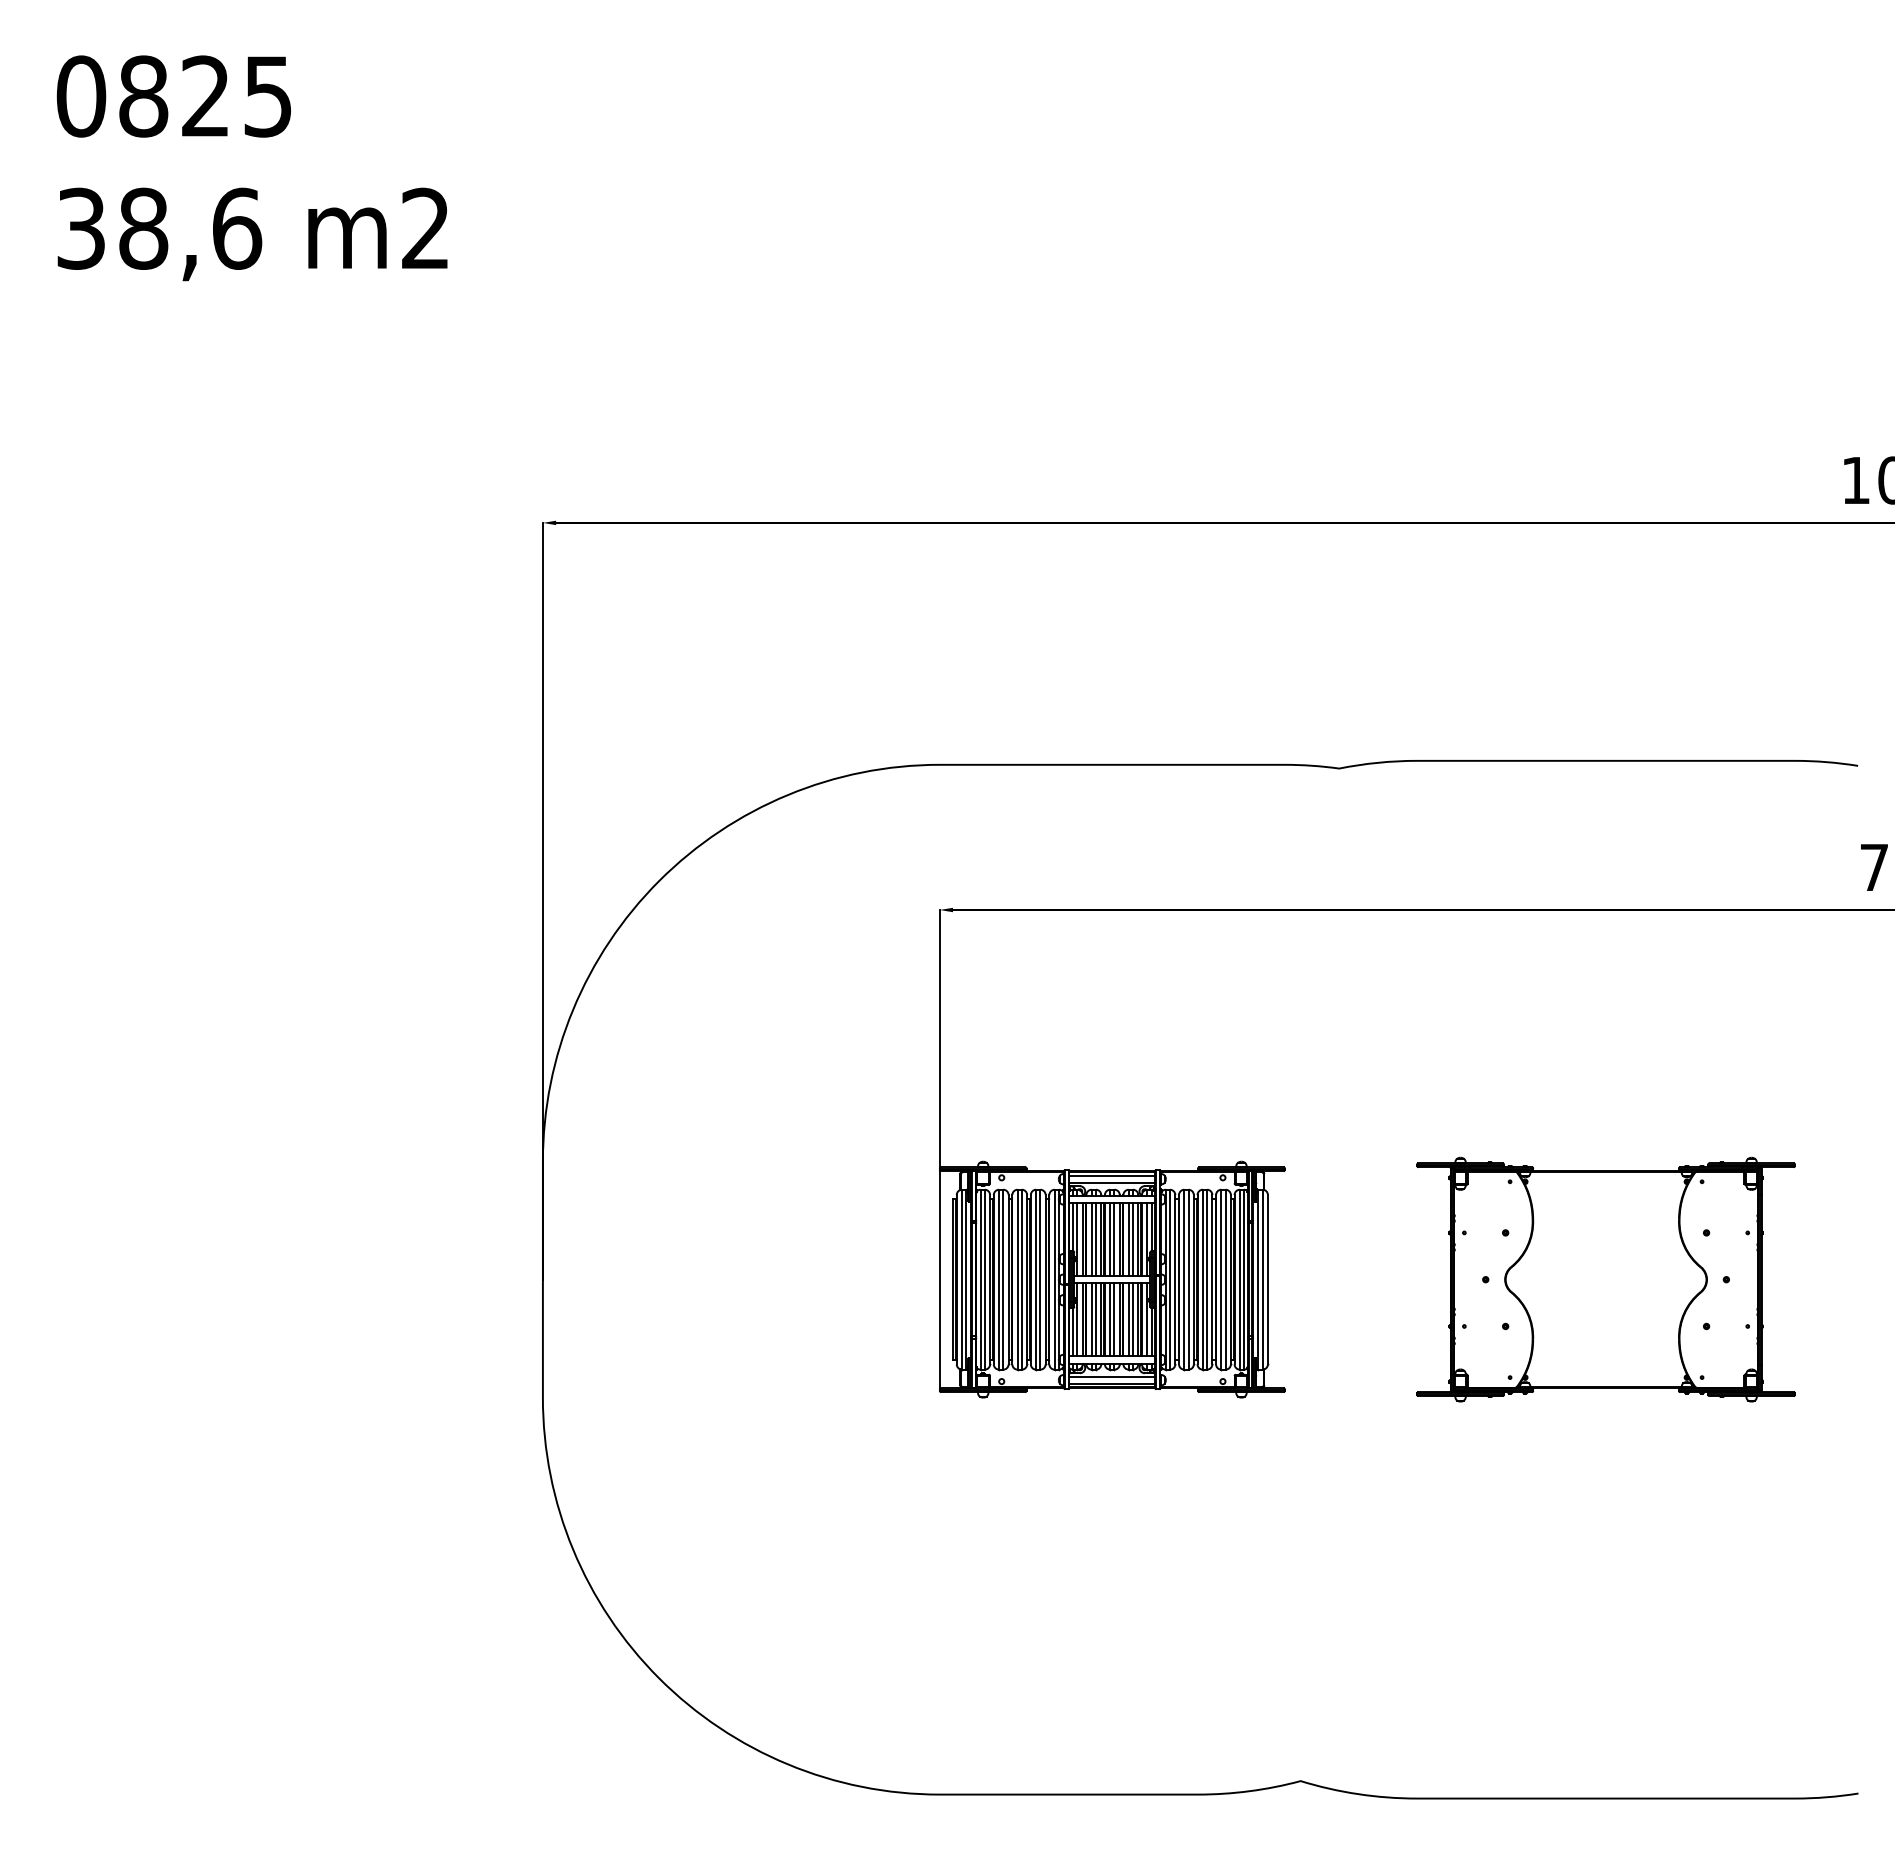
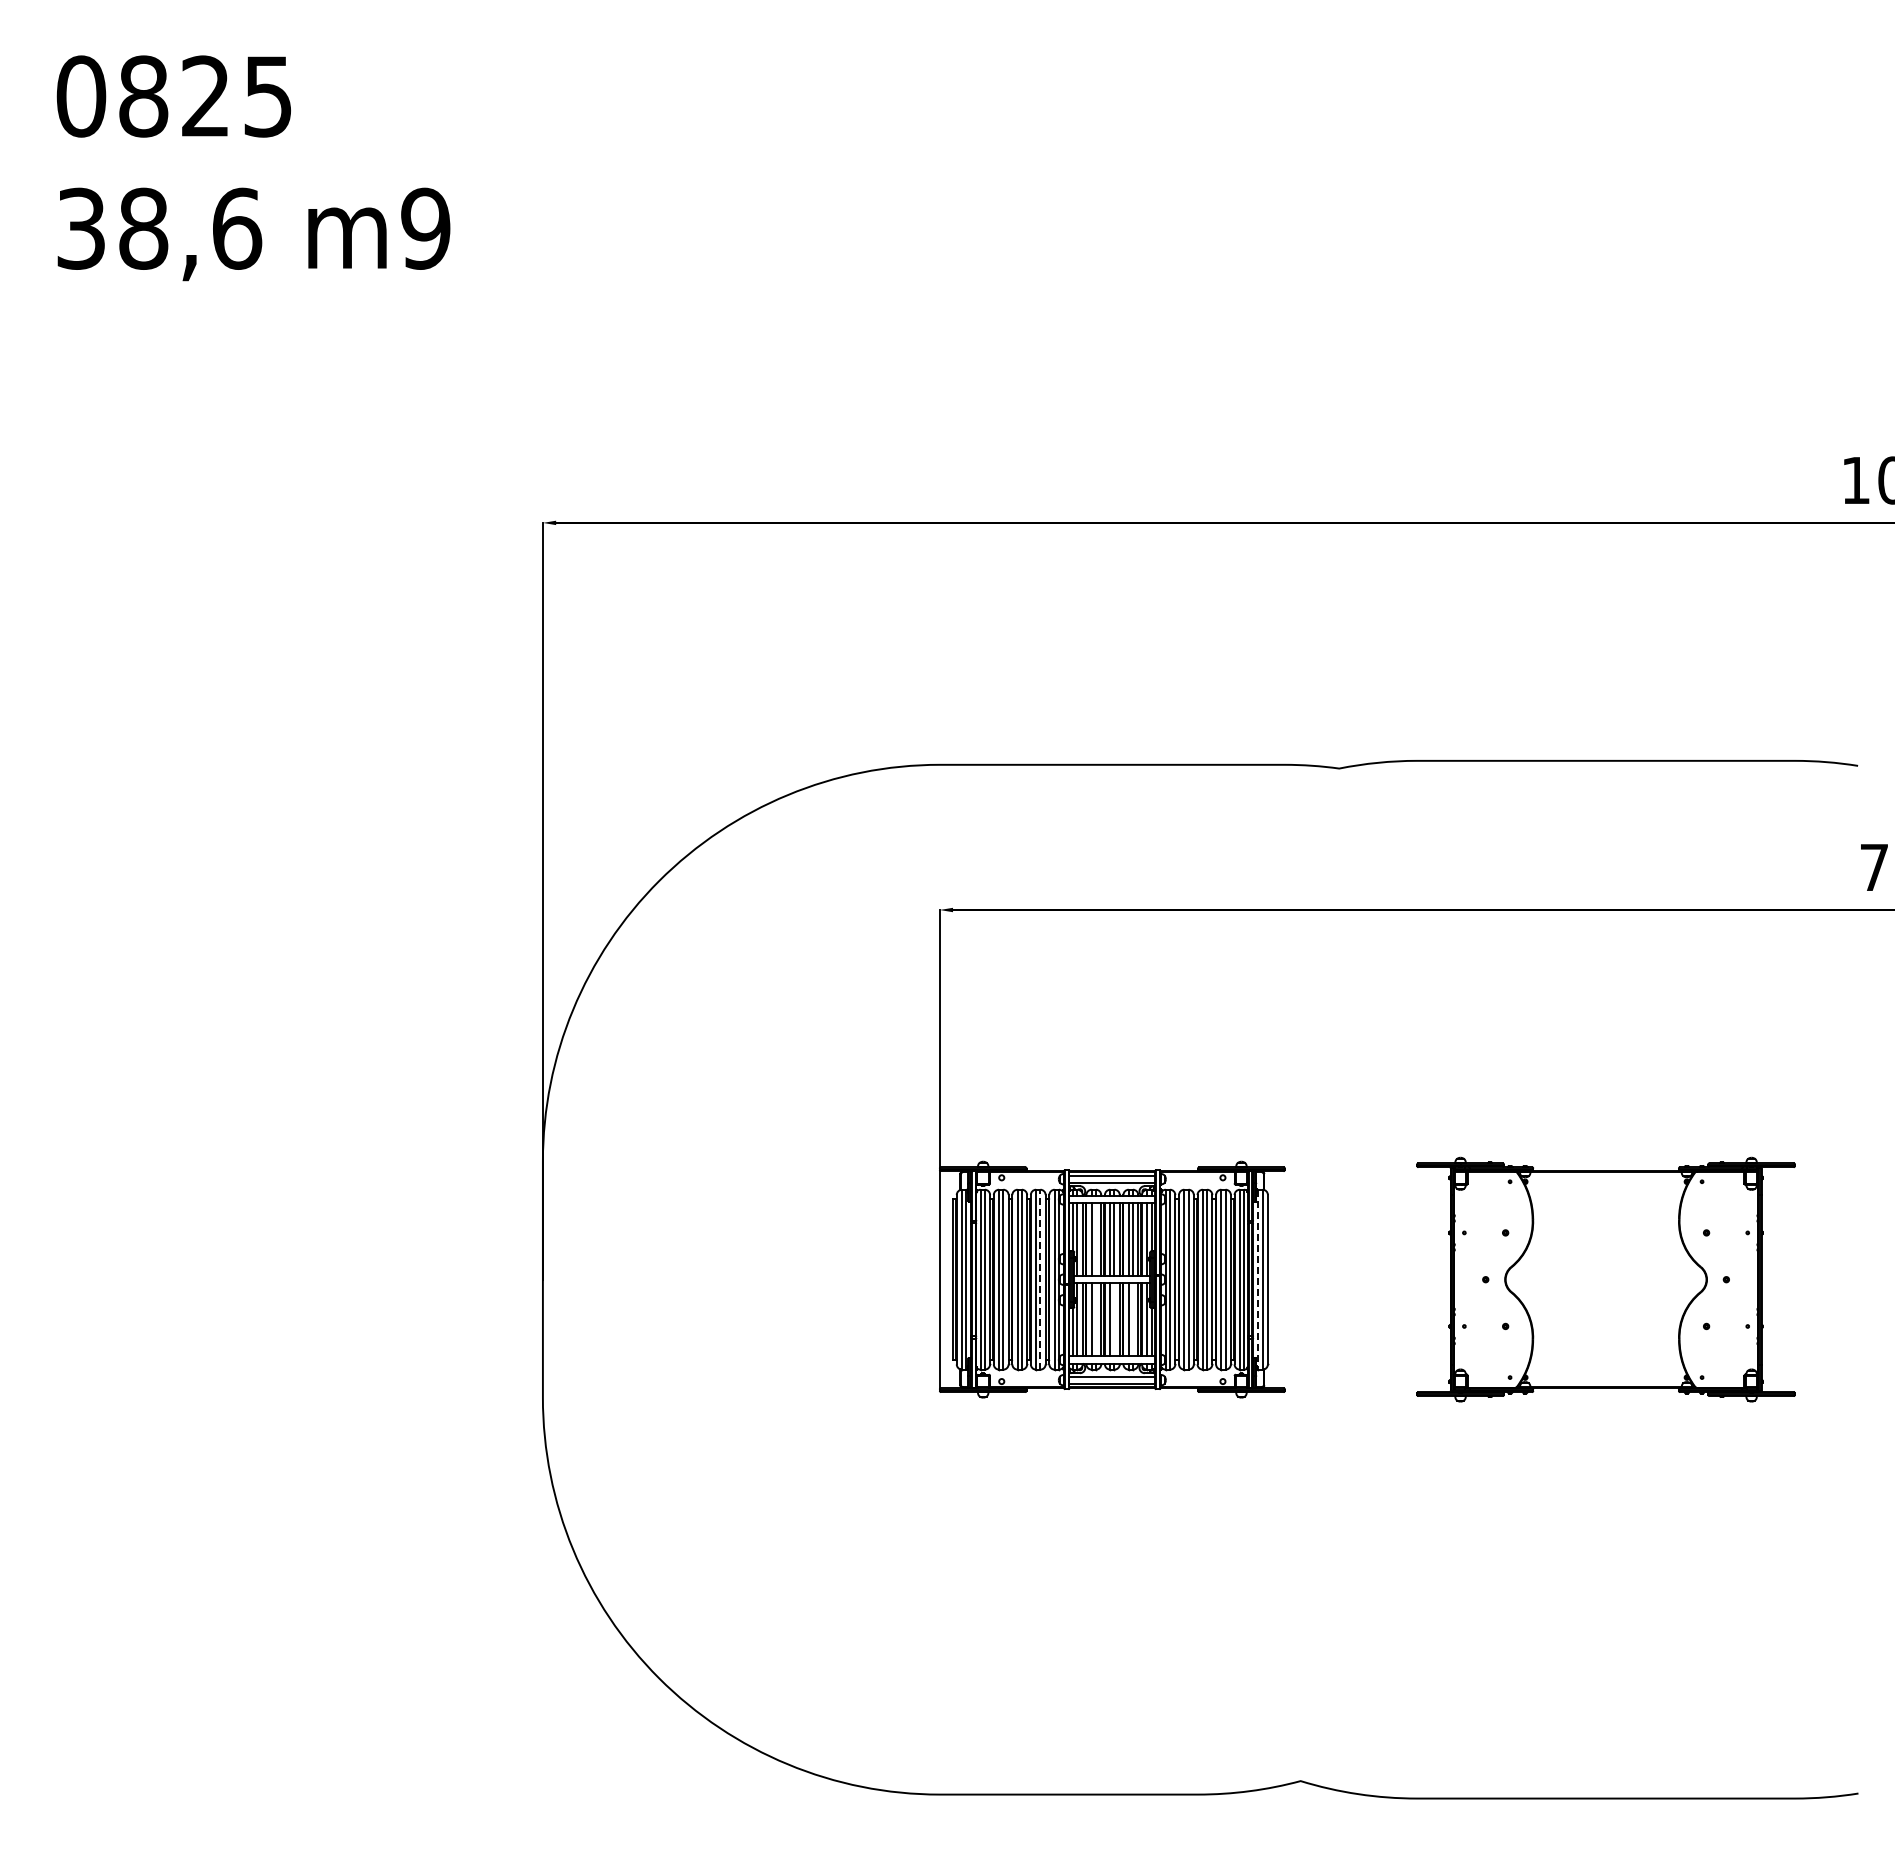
text at (425, 228): m2 -> m9
line at (1095, 1239): present -> none
line at (1040, 1279): solid -> dashed
line at (1258, 1279): solid -> dashed
line at (1095, 1319): present -> none
line at (1114, 1319): present -> none
line at (1132, 1319): present -> none
